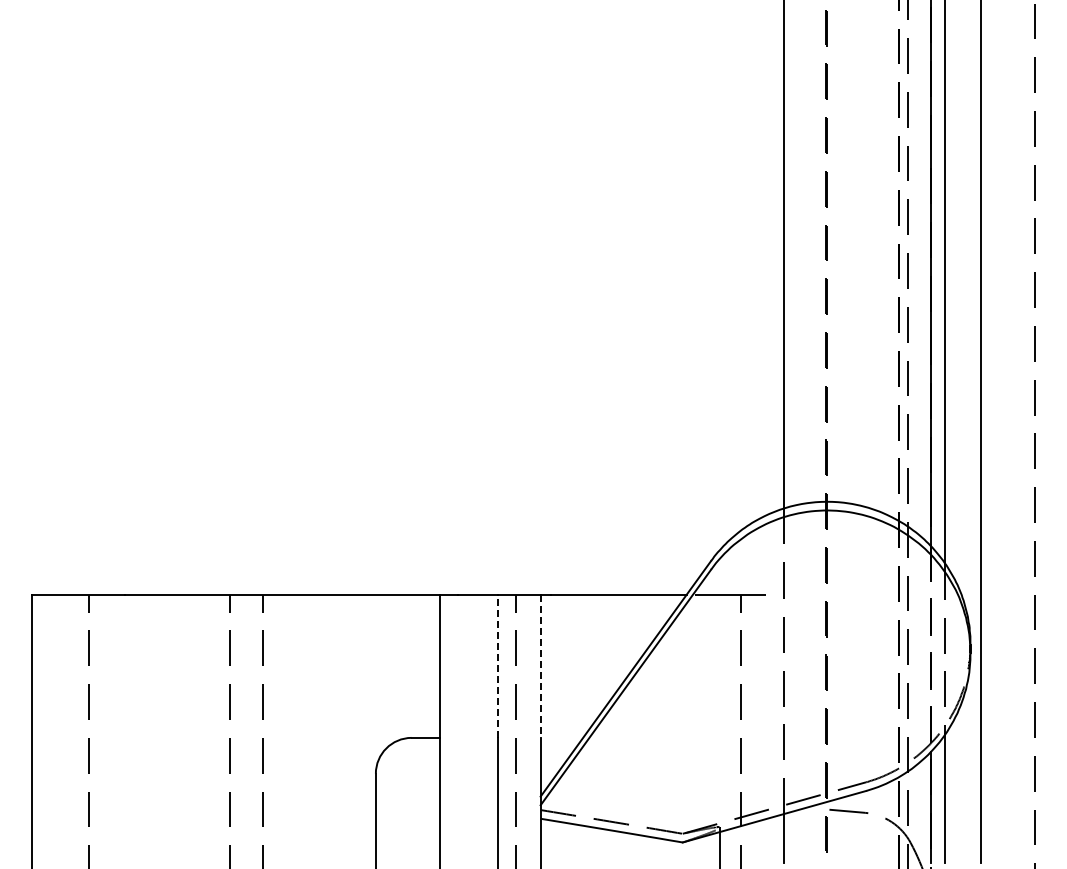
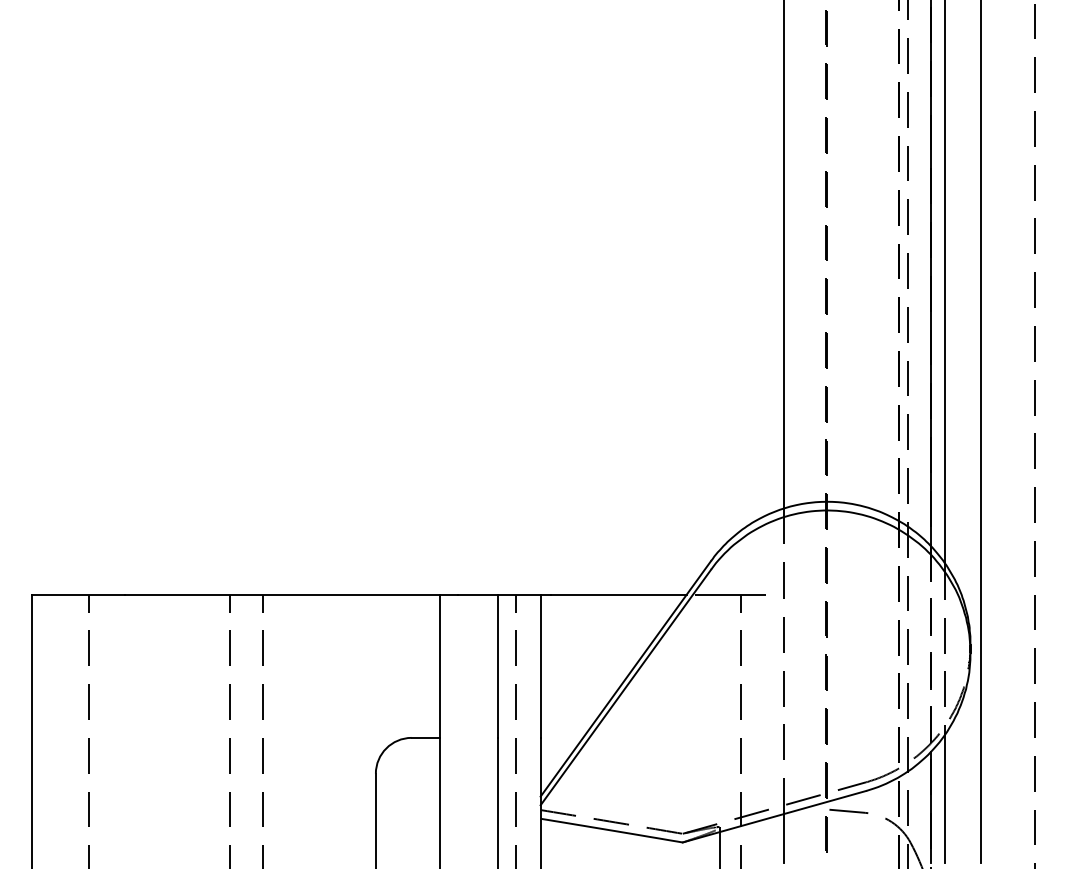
line at (497, 666): dashed -> solid
line at (540, 666): dashed -> solid
